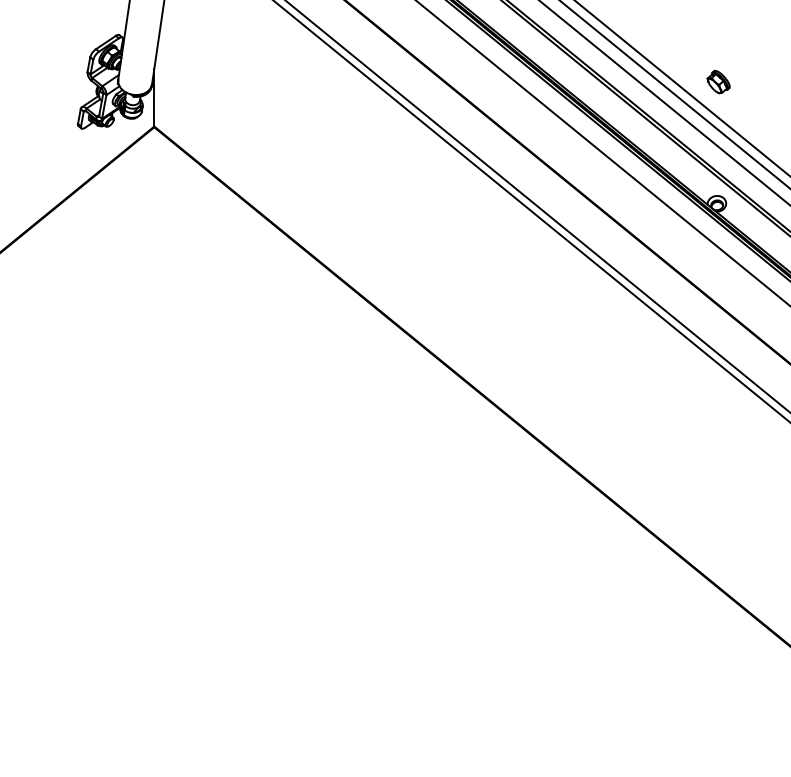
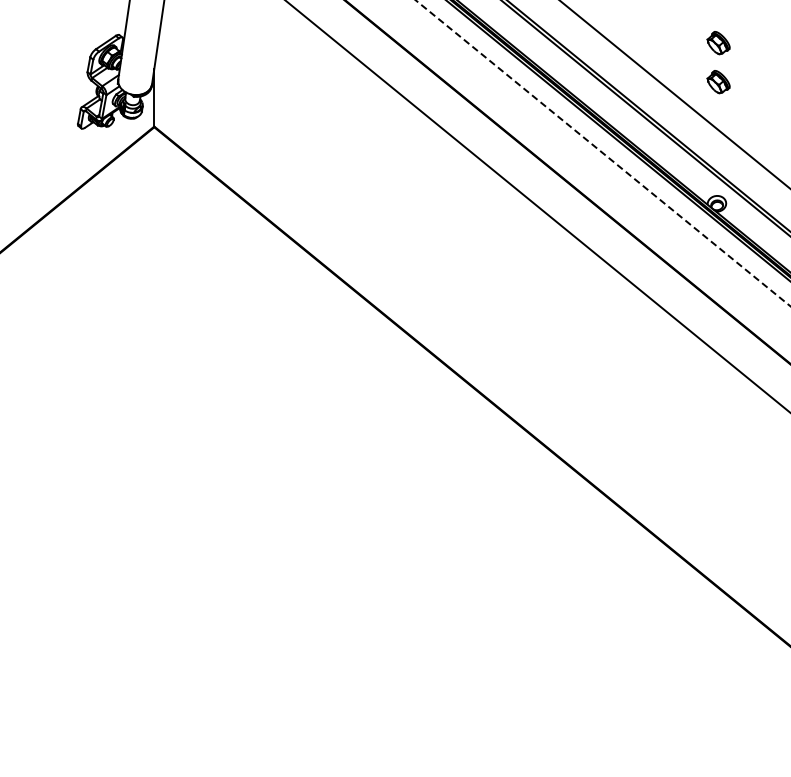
part at (718, 43): none -> present
line at (682, 88): present -> none
line at (664, 102): present -> none
line at (603, 153): solid -> dashed
line at (531, 211): present -> none
